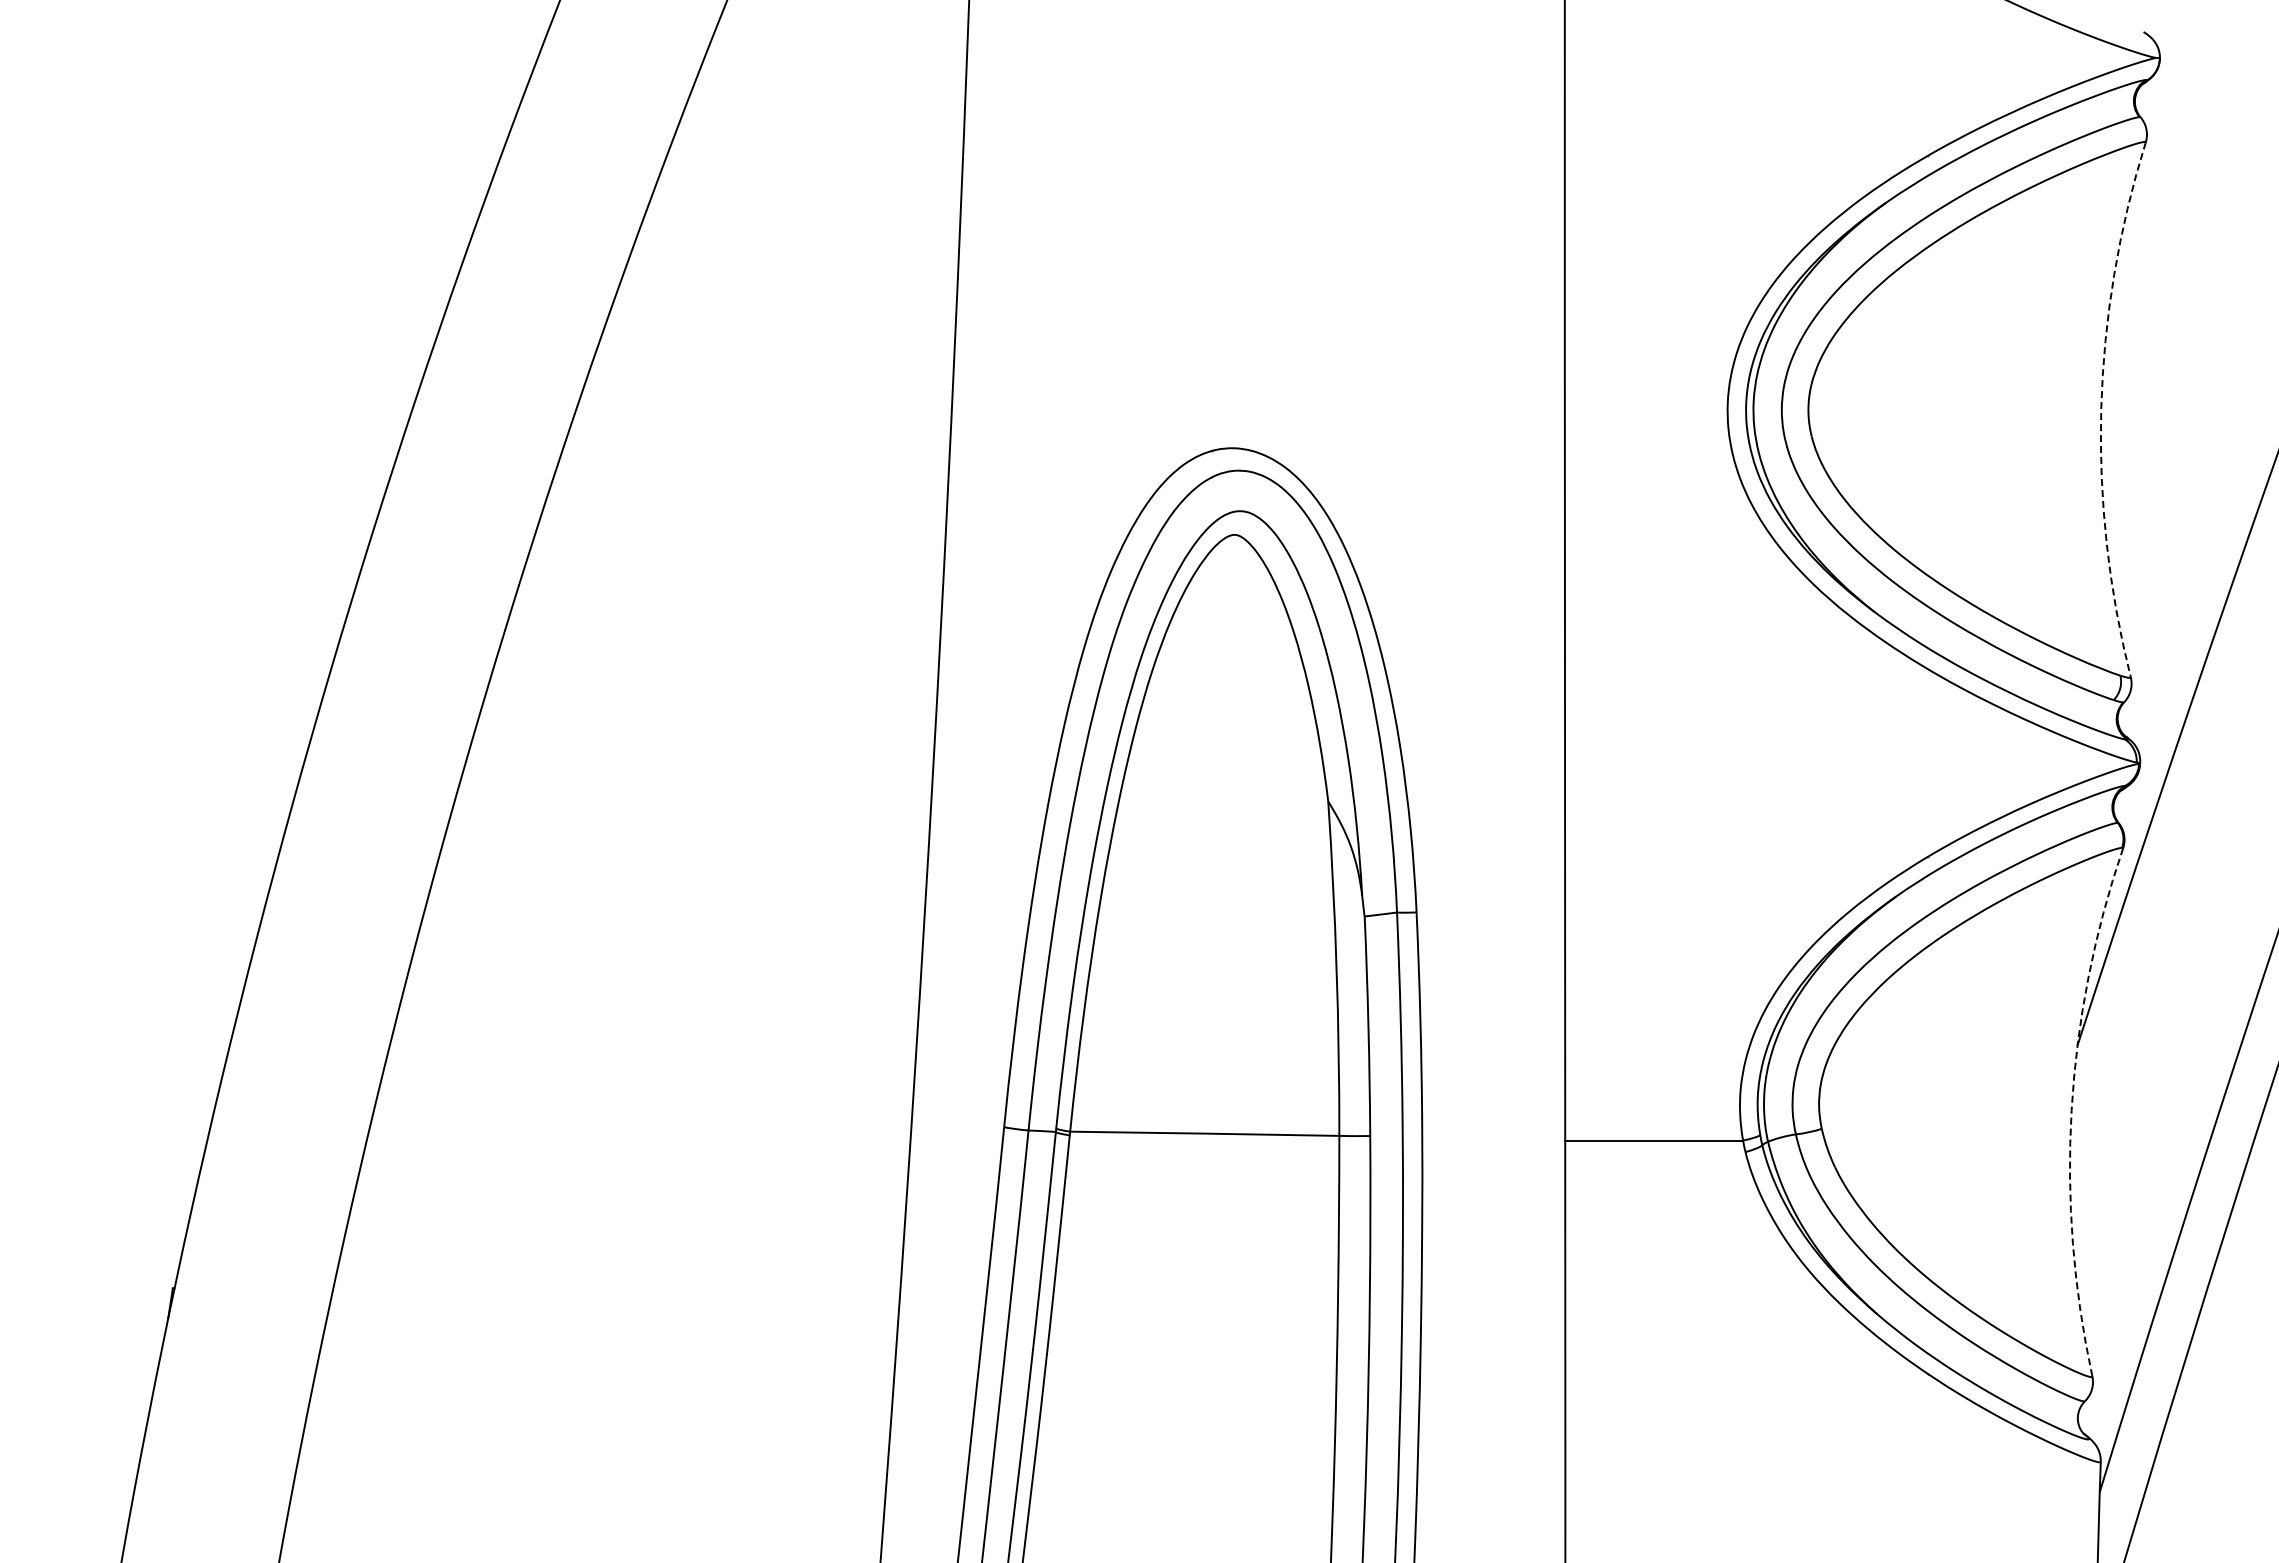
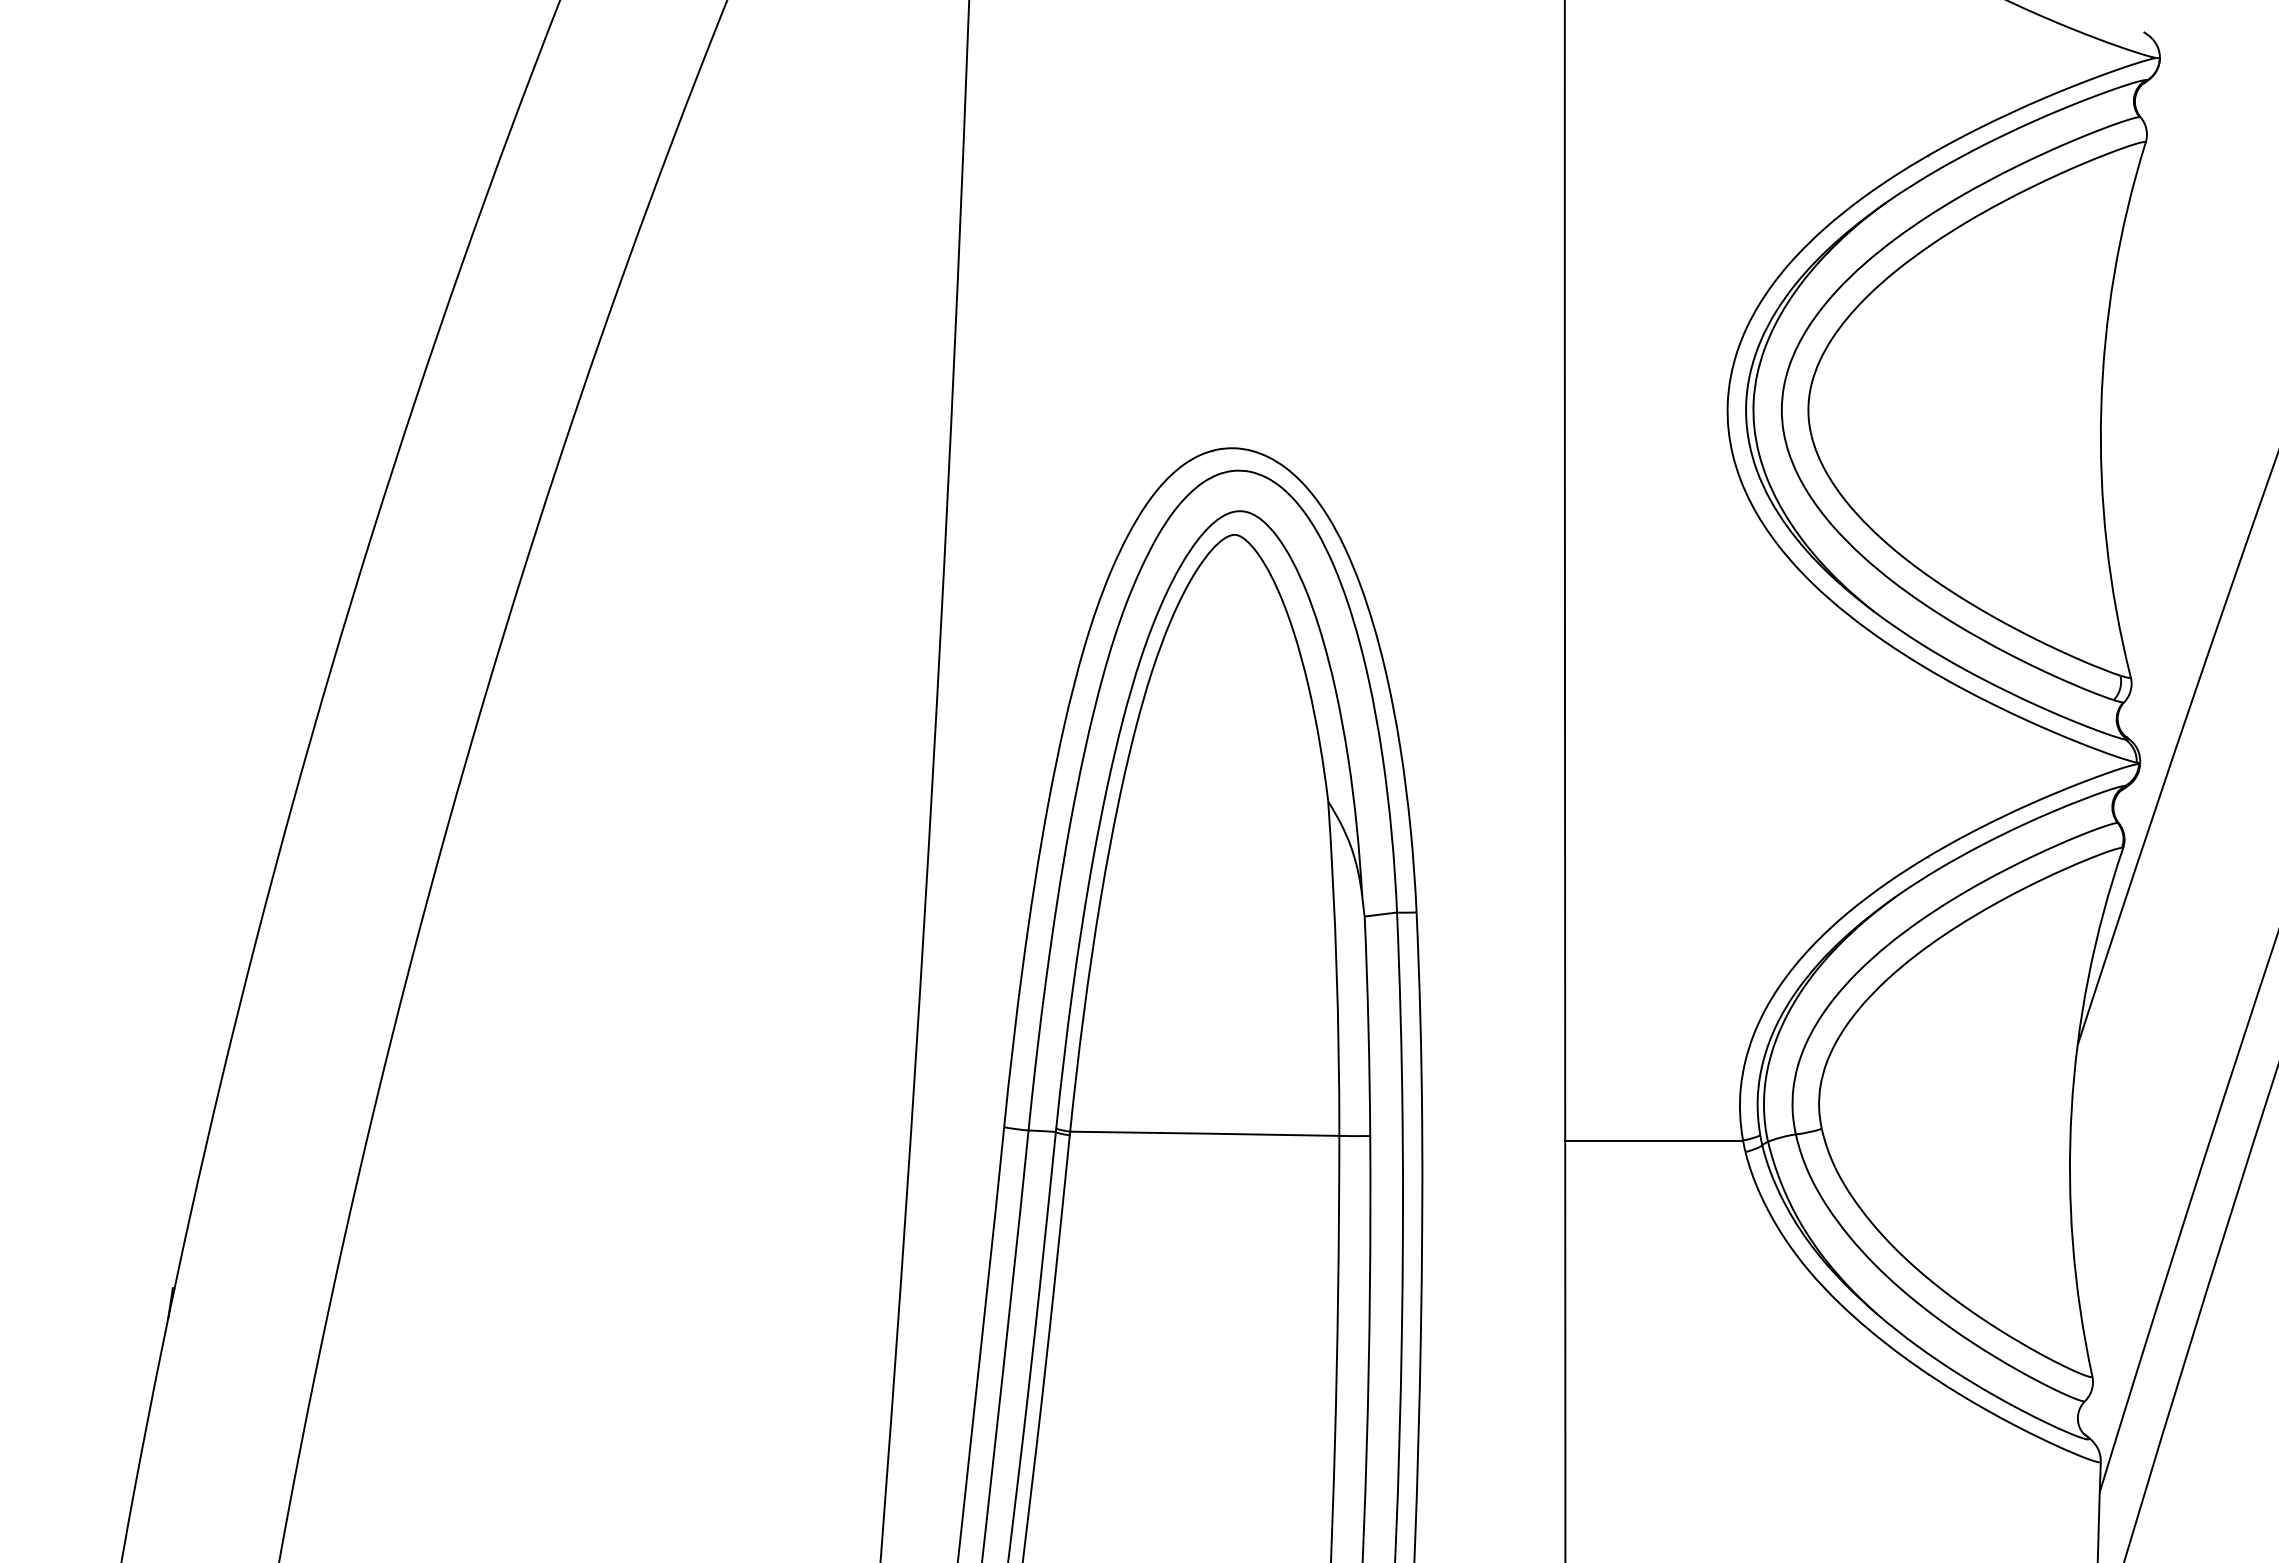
arc at (2101, 408): dashed -> solid
arc at (2071, 1110): dashed -> solid
